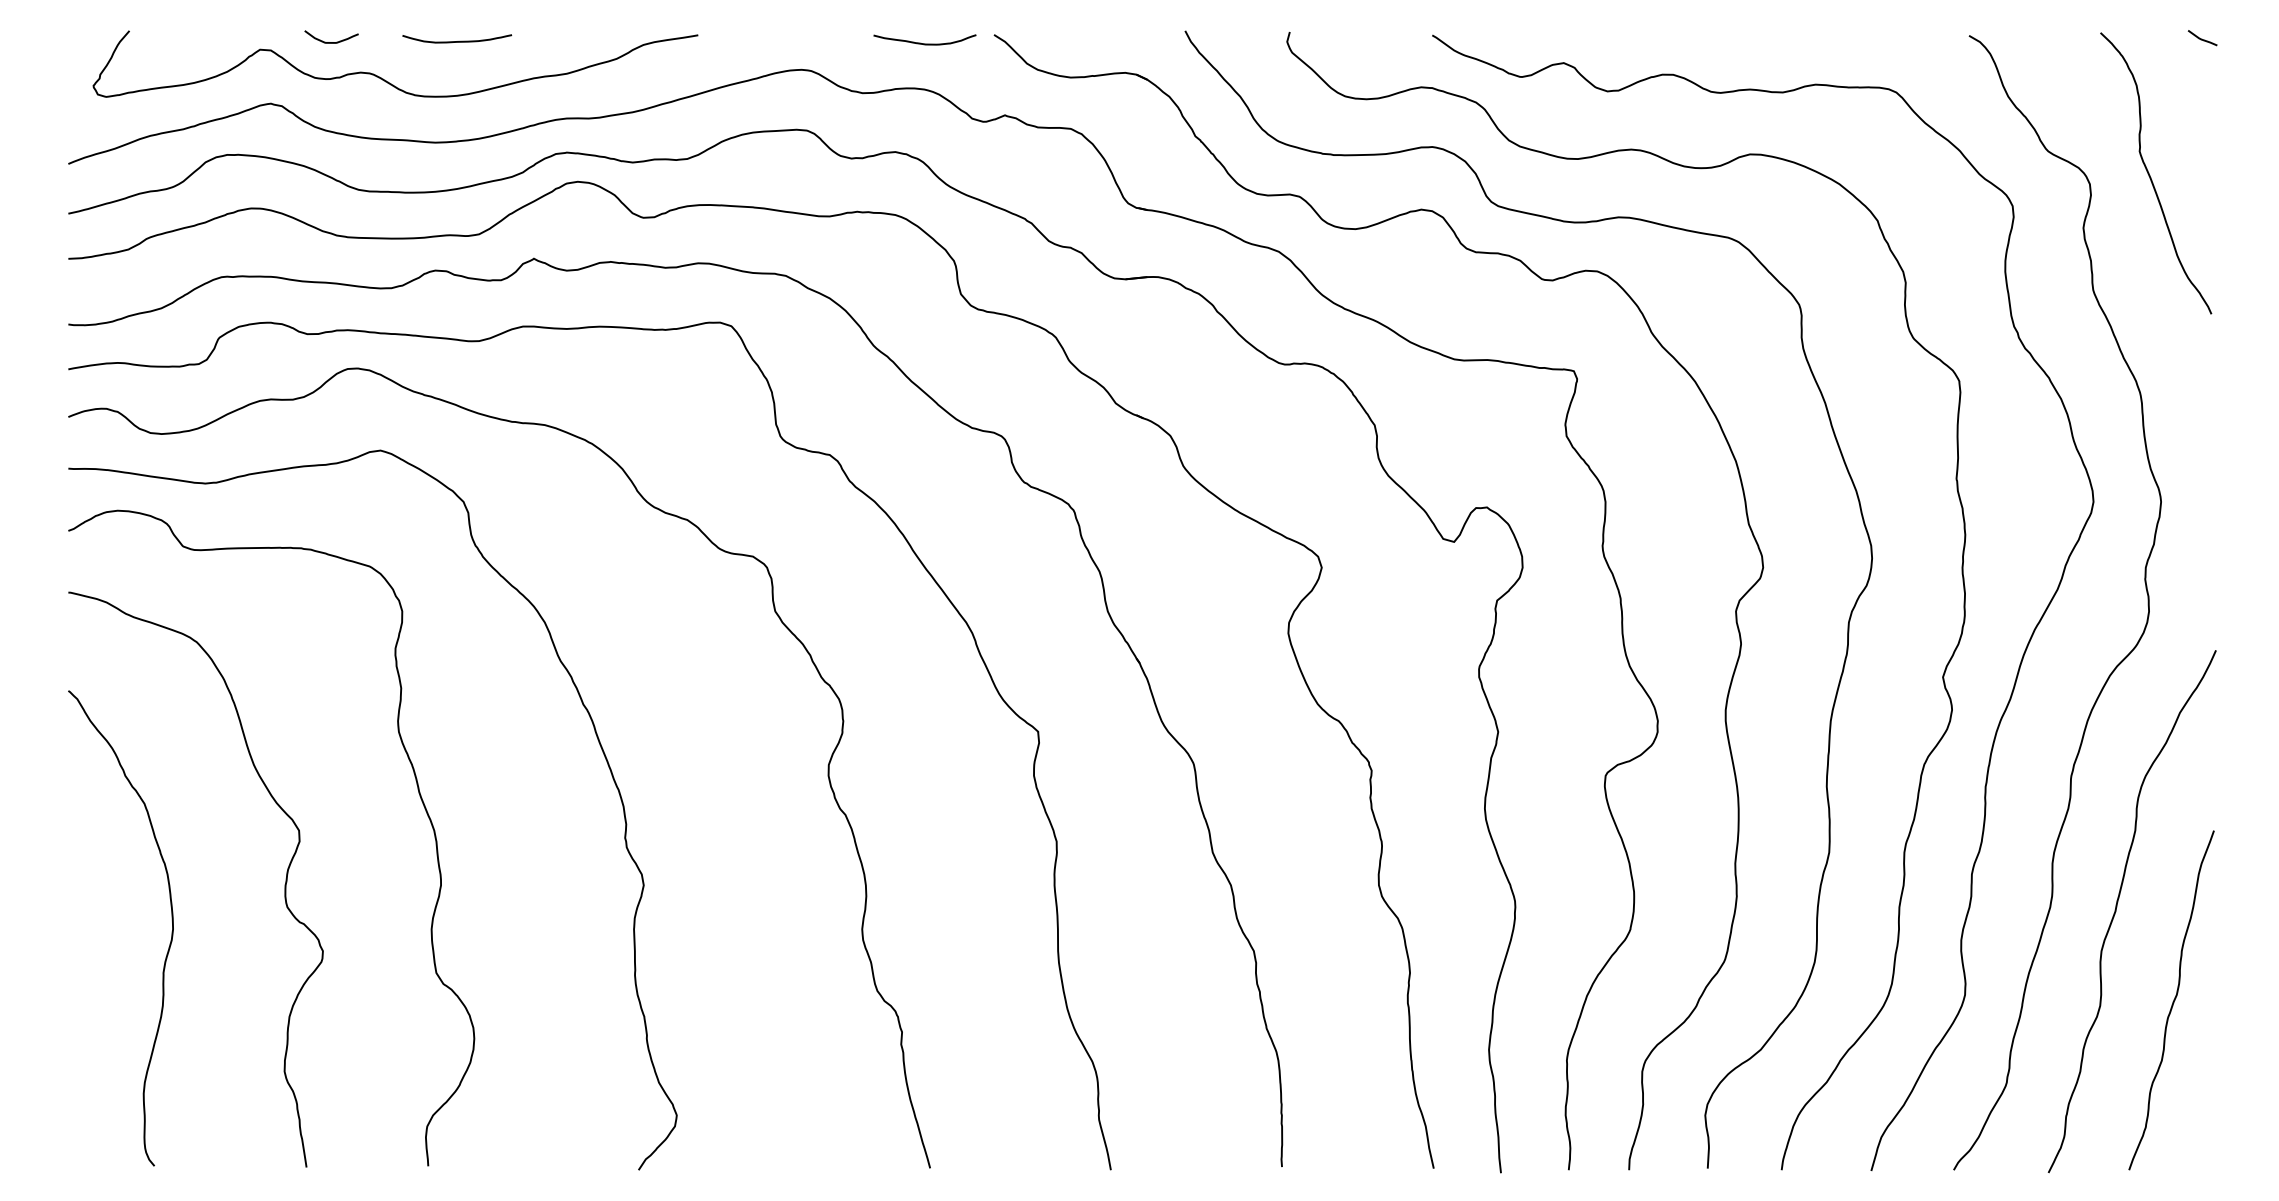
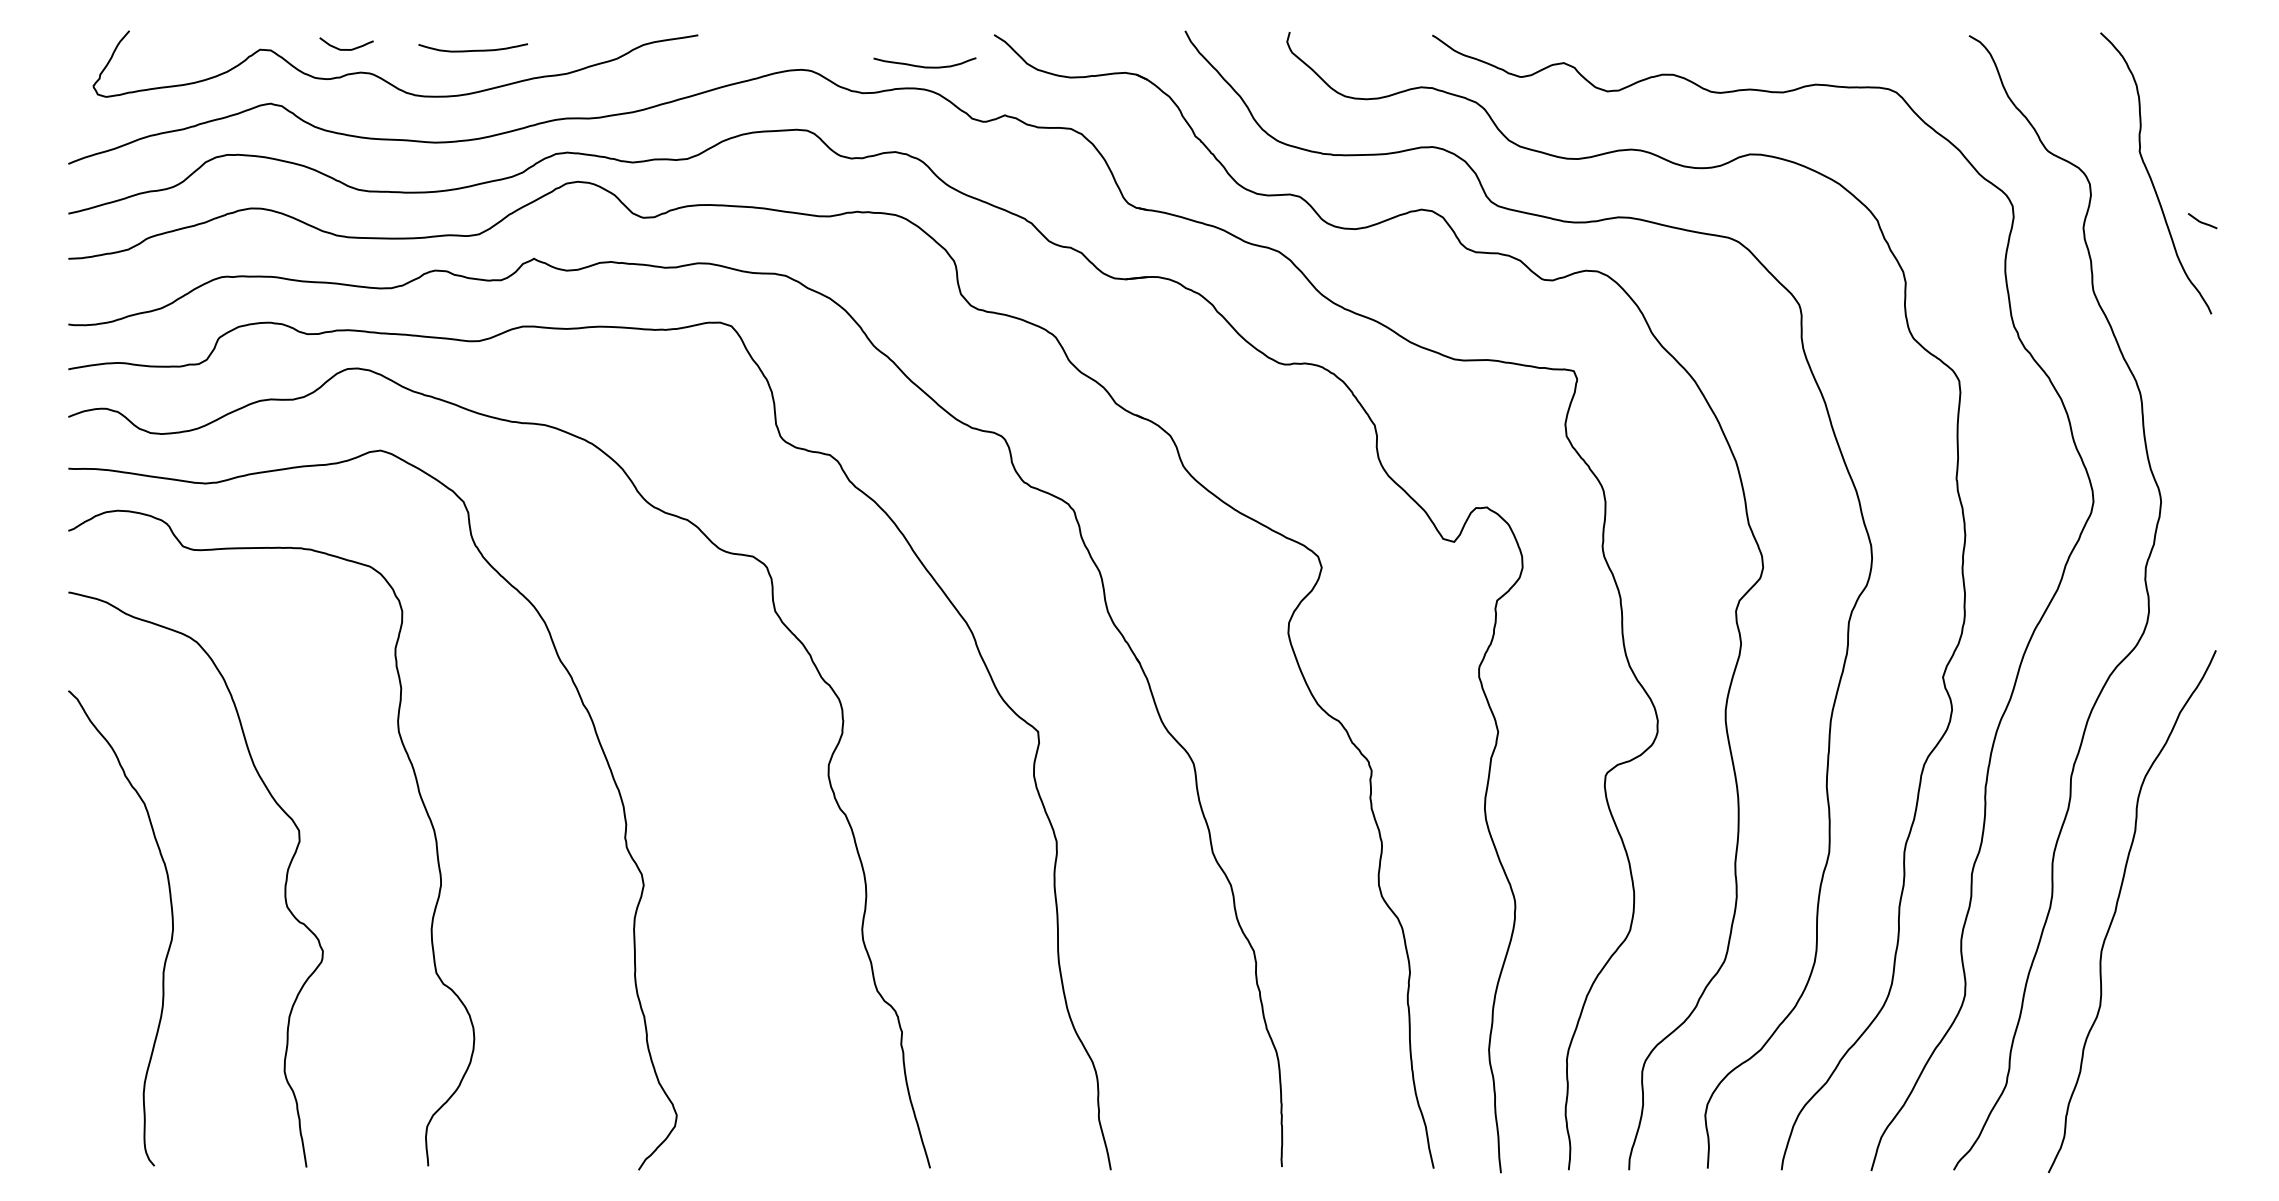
line at (2202, 38) position: (2202, 38) -> (2202, 221)
curve at (459, 40) position: (459, 40) -> (475, 49)
curve at (331, 42) position: (331, 42) -> (346, 49)
curve at (924, 43) position: (924, 43) -> (924, 66)
curve at (2172, 1001): present -> none
